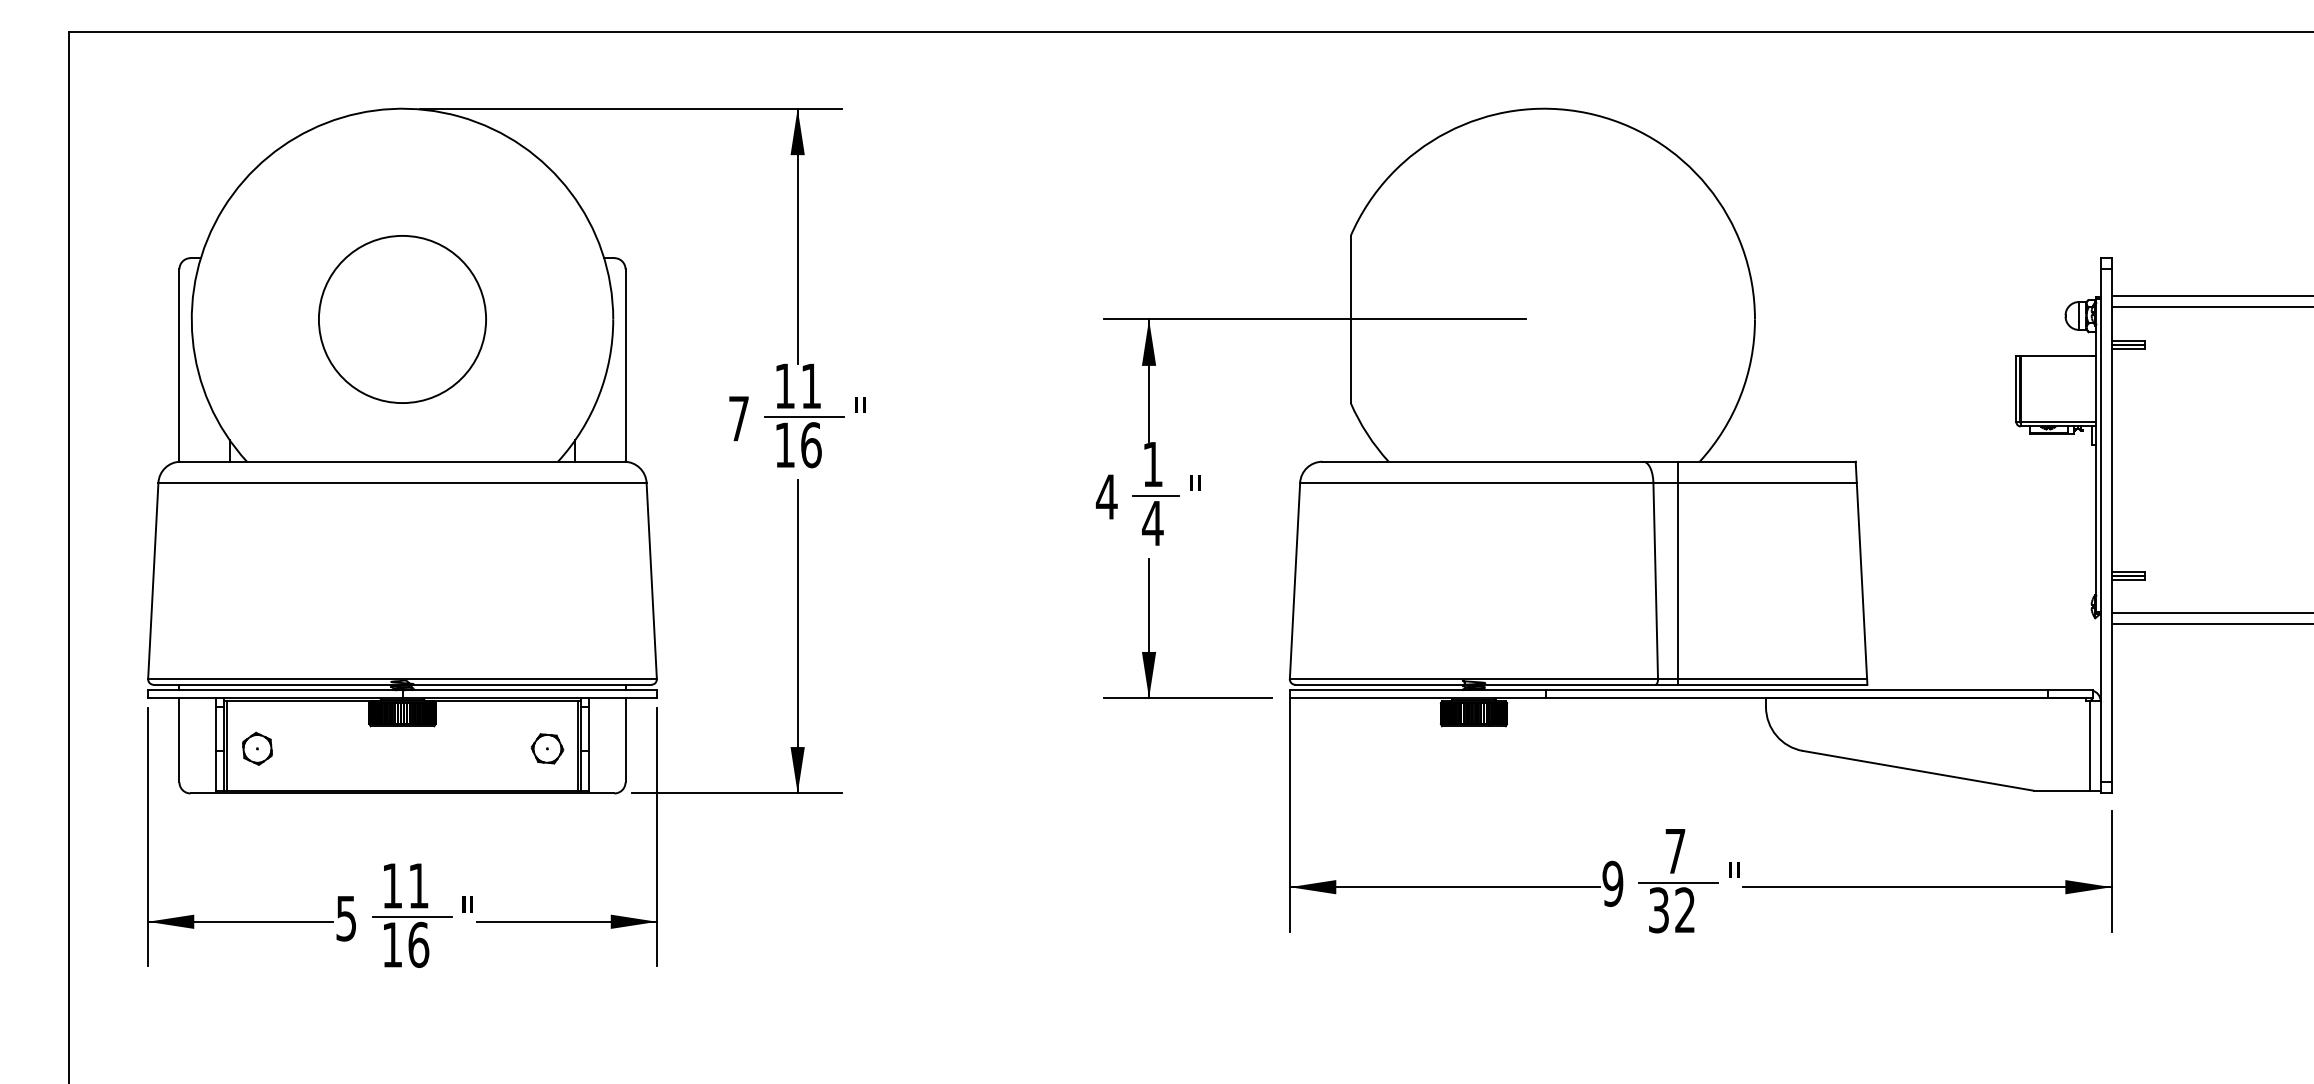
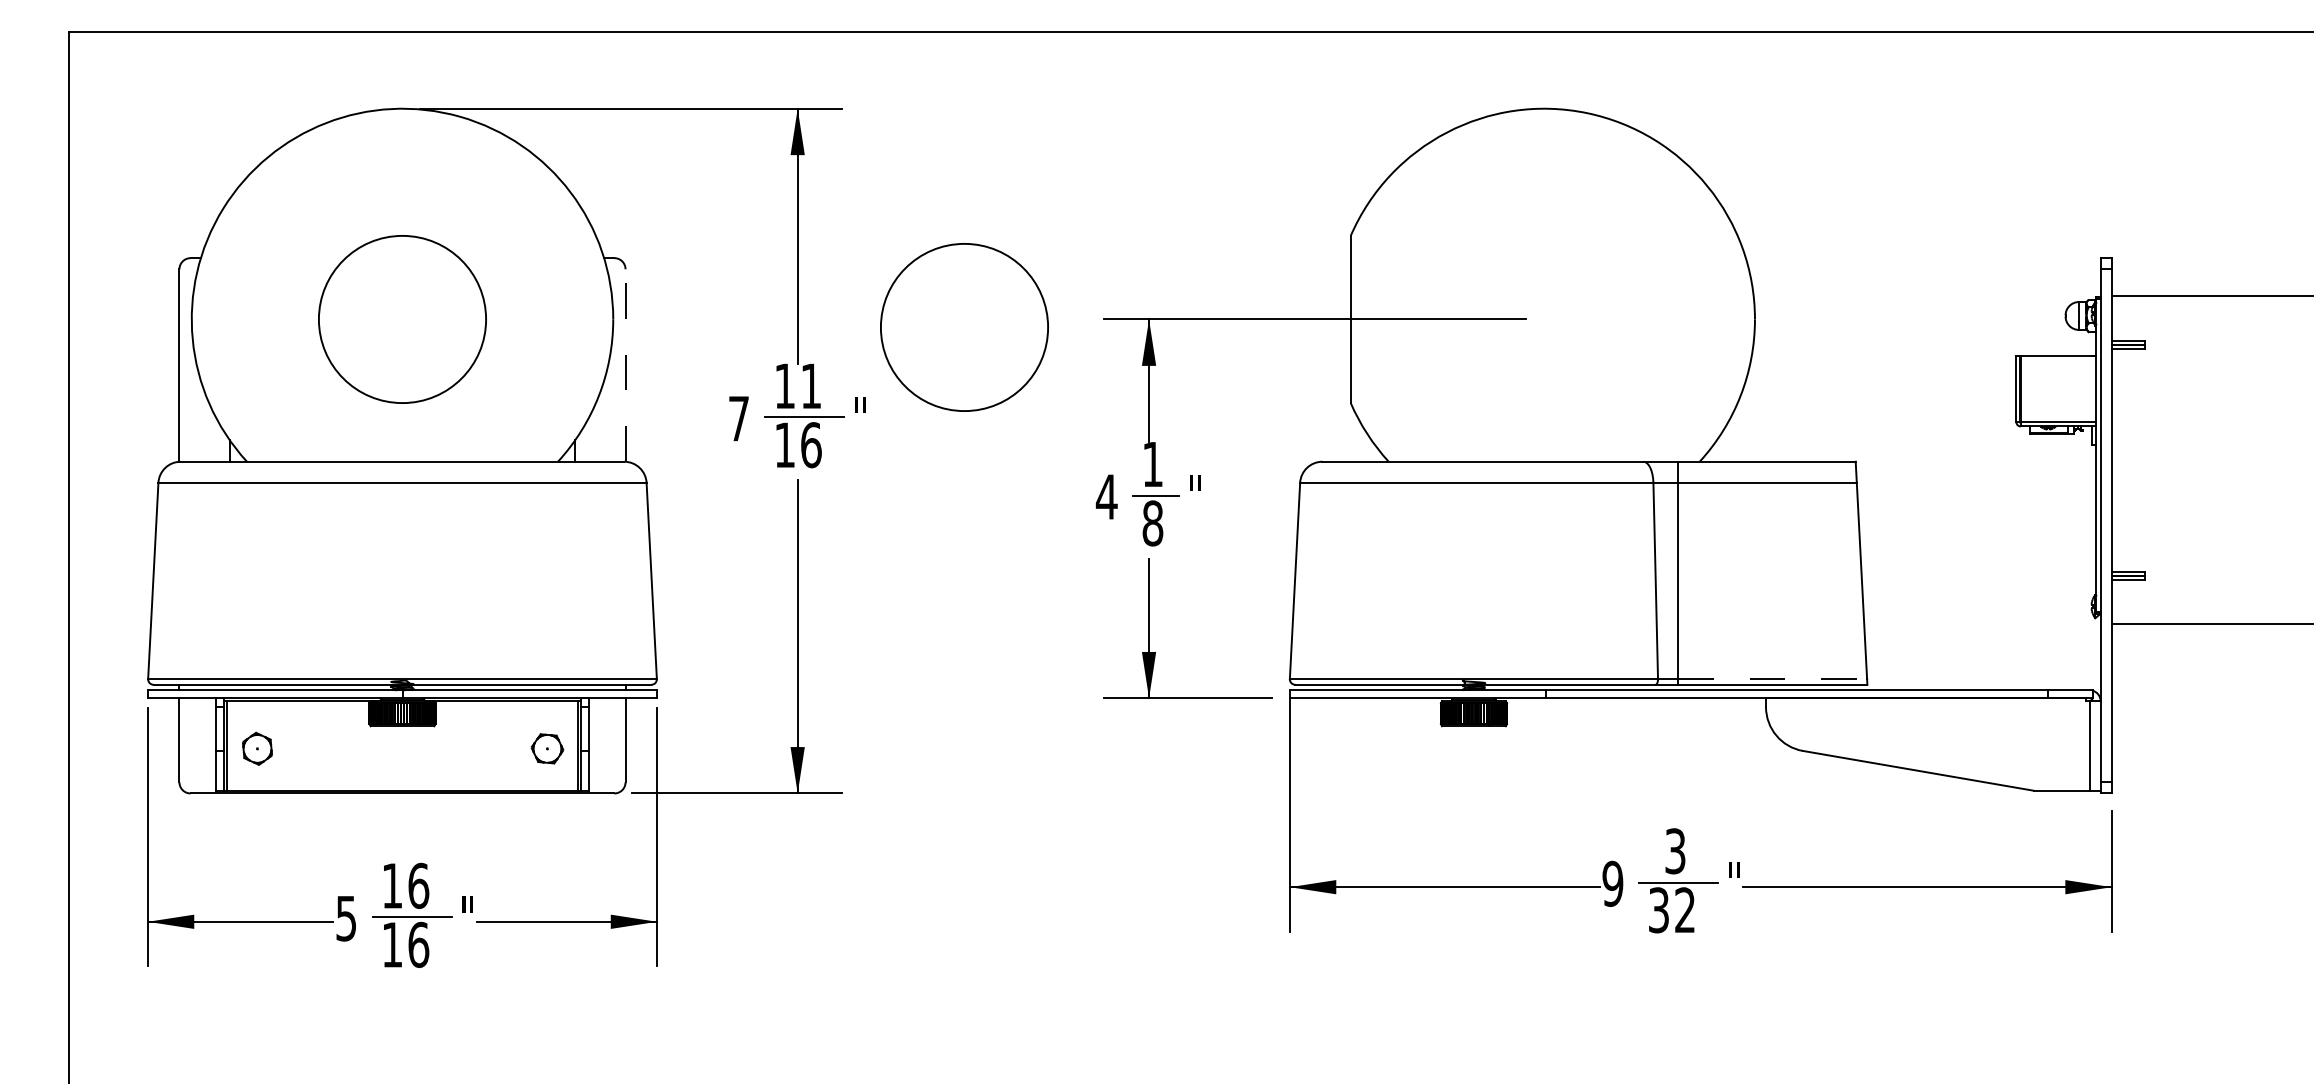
line at (2210, 307): present -> none
circle at (964, 327): none -> present
line at (625, 365): solid -> dashed
text at (1152, 523): 4 -> 8
line at (2210, 613): present -> none
line at (1773, 678): solid -> dashed
text at (1675, 851): 7 -> 3
text at (418, 885): 11 -> 16
